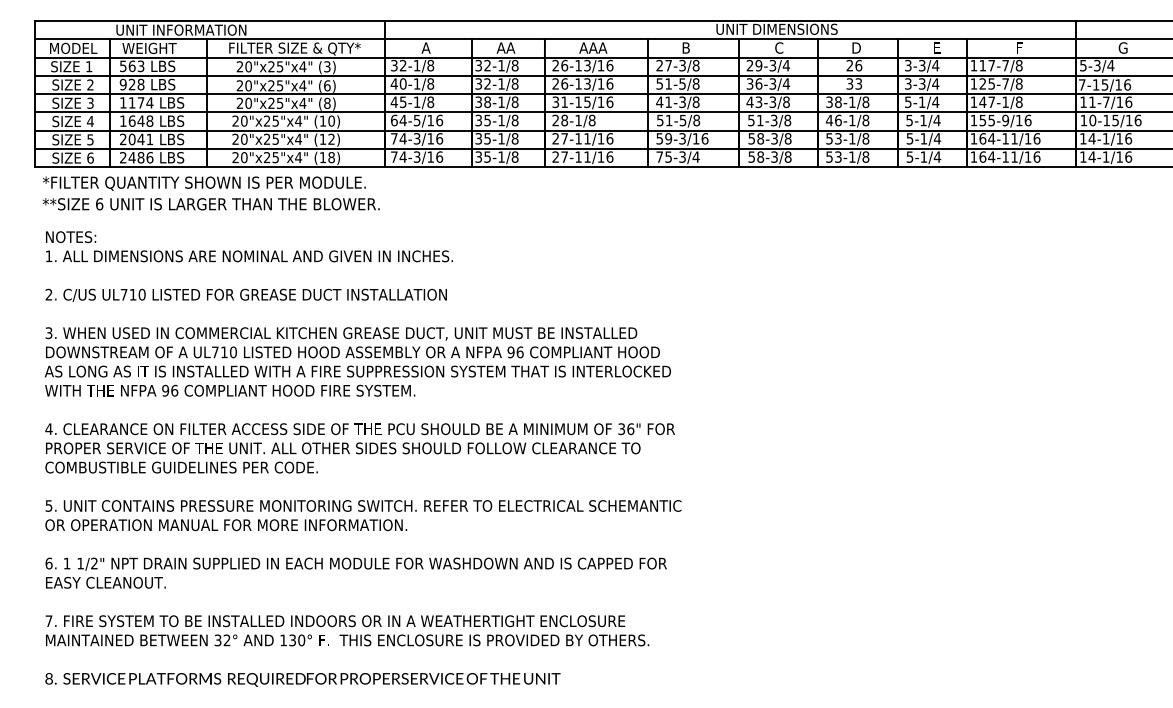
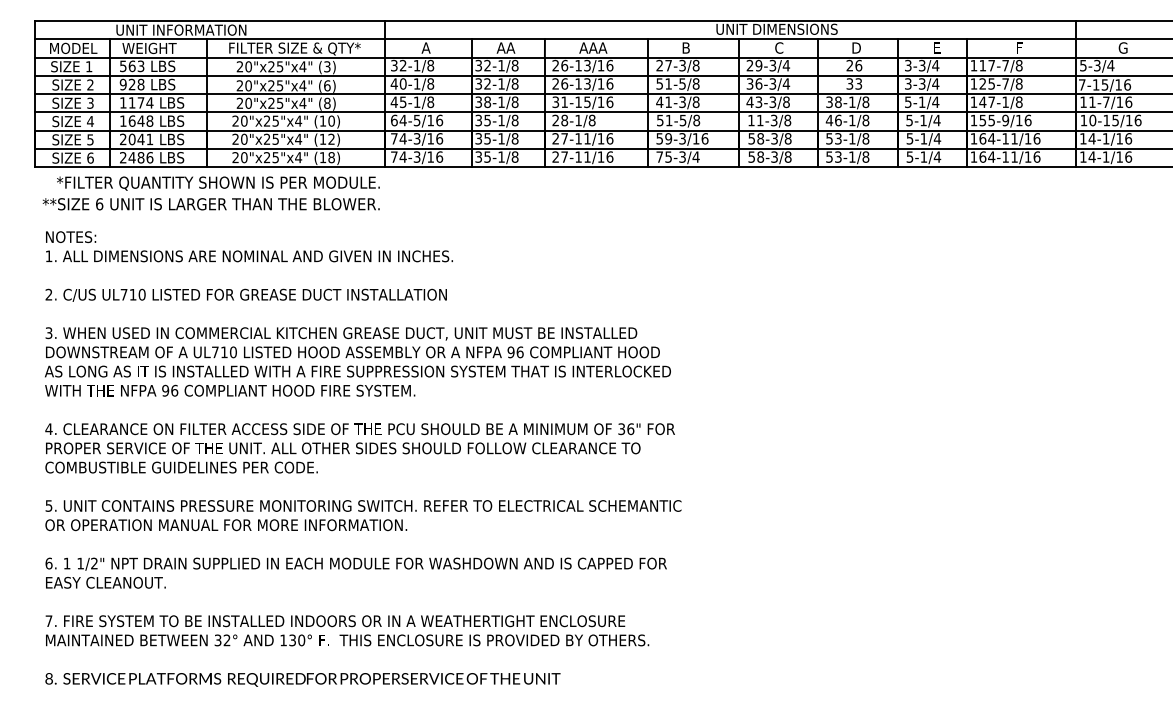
text at (751, 120): 51-3/8 -> 11-3/8
text at (204, 183) position: (204, 183) -> (218, 183)
